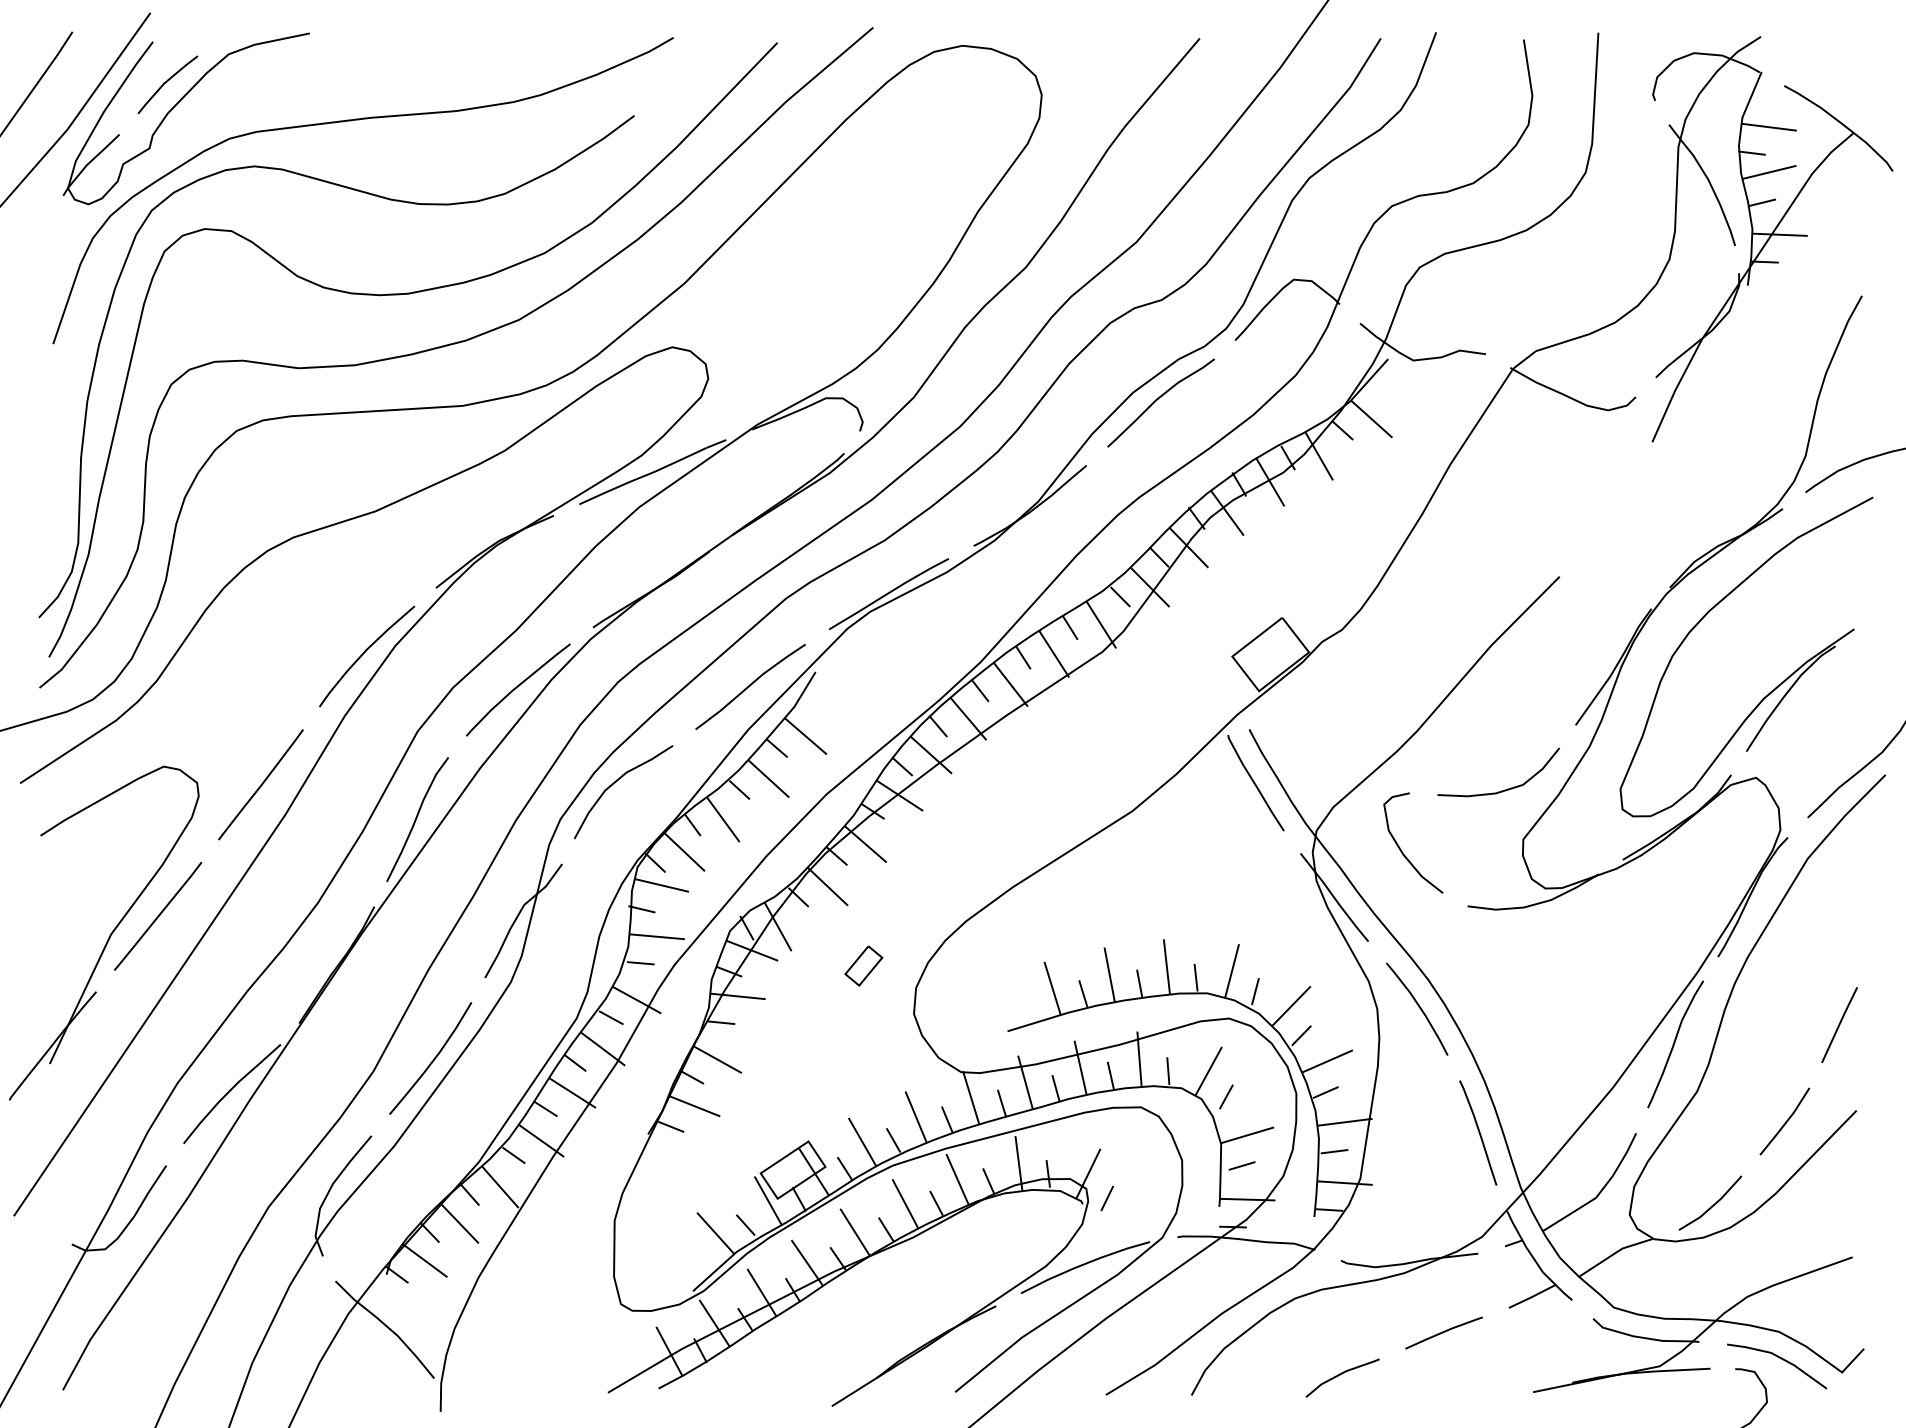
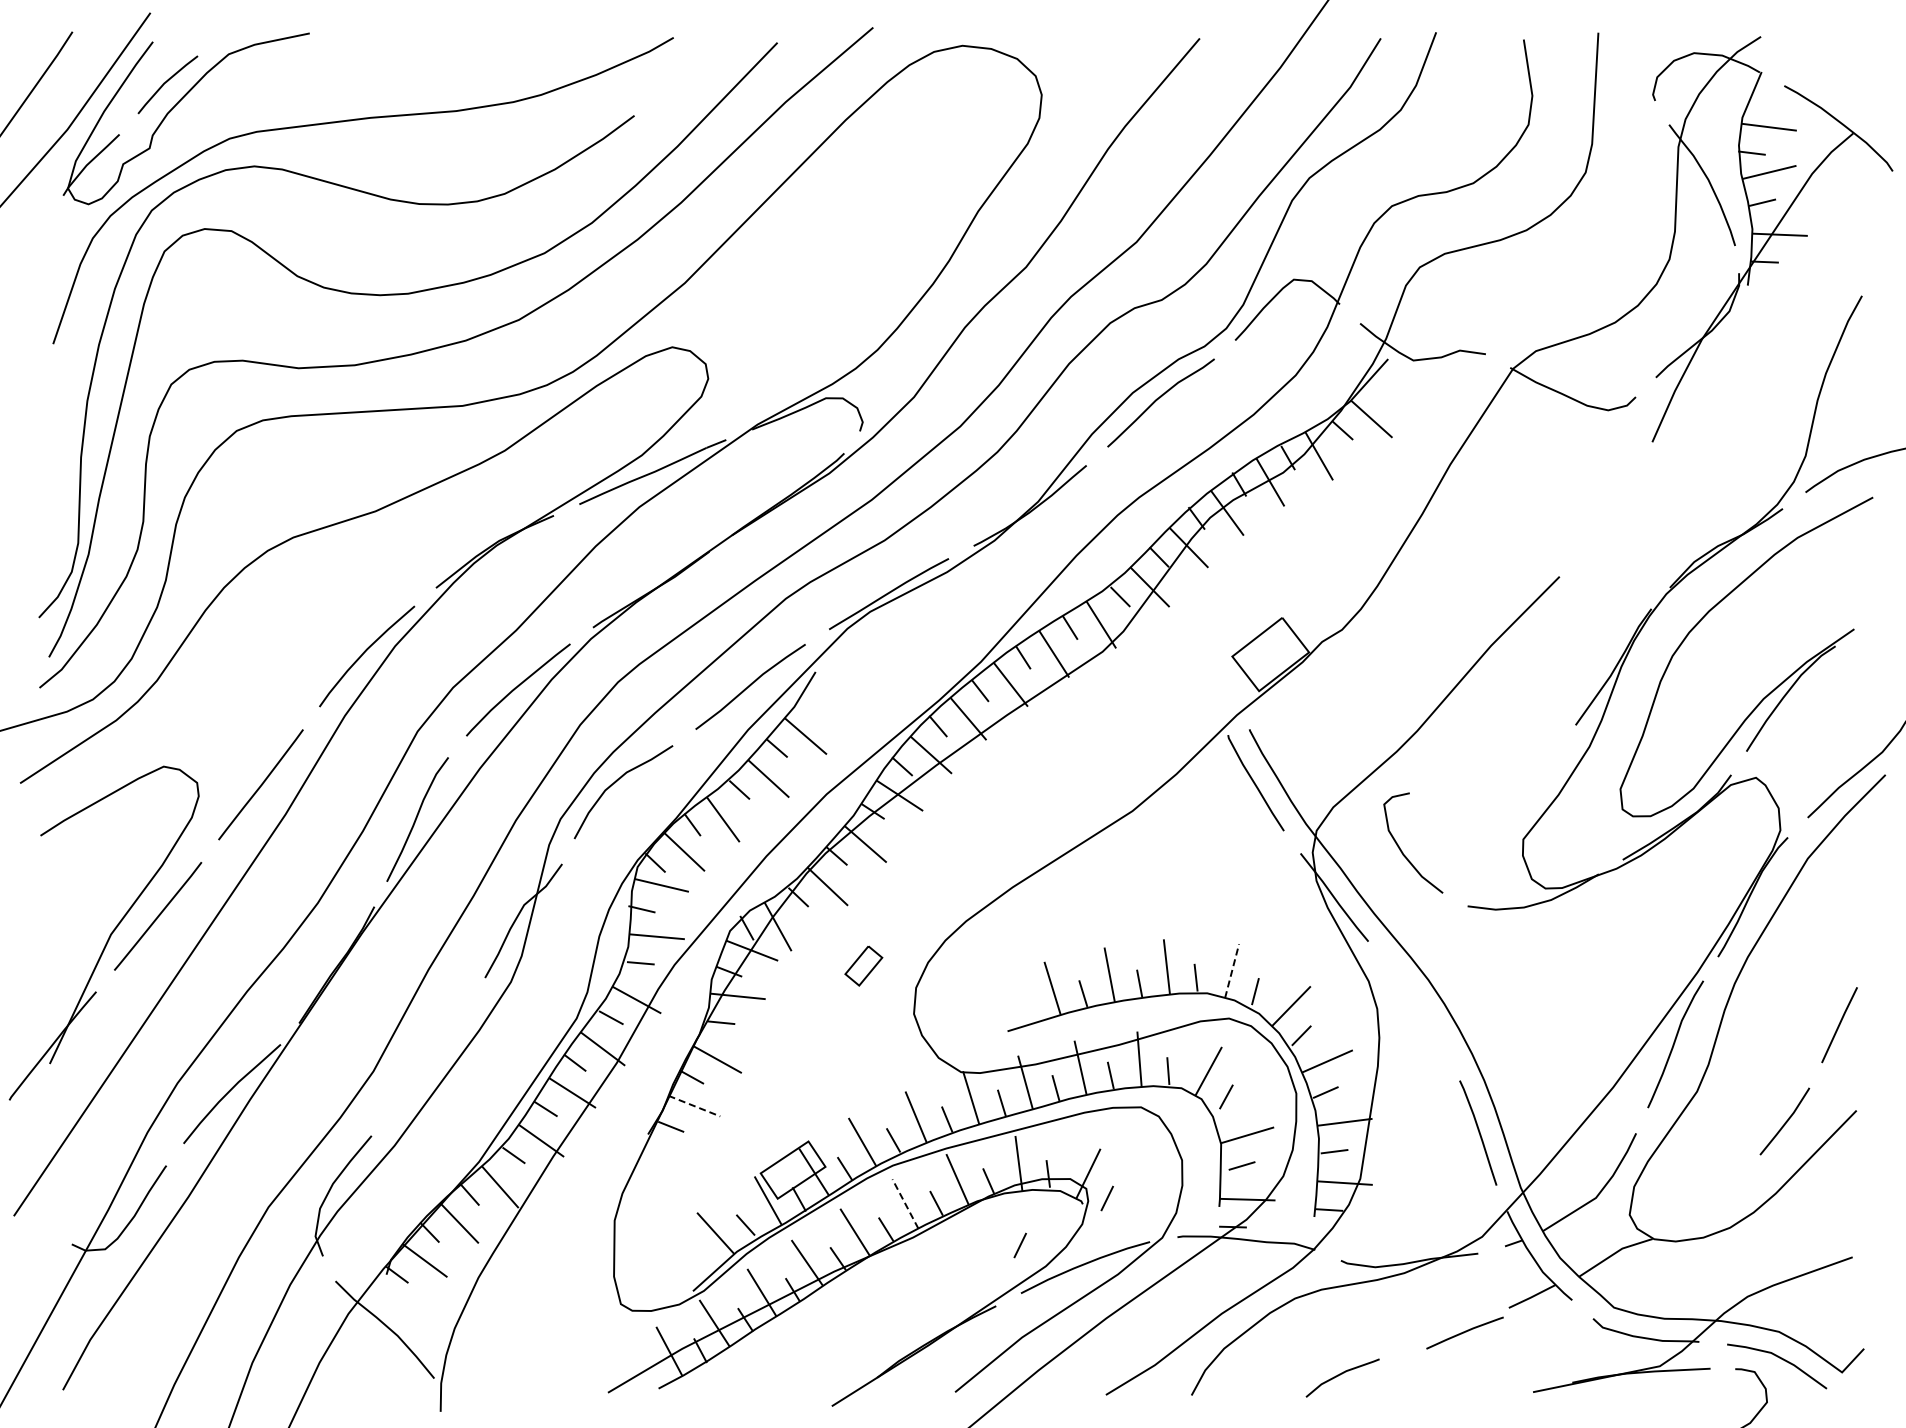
curve at (1504, 789): present -> none
line at (1231, 972): solid -> dashed
curve at (1418, 1007): present -> none
curve at (432, 1060): present -> none
line at (693, 1105): solid -> dashed
line at (905, 1204): solid -> dashed
line at (1711, 1205): present -> none
line at (1019, 1245): none -> present
line at (1443, 1332) position: (1443, 1332) -> (1464, 1332)
